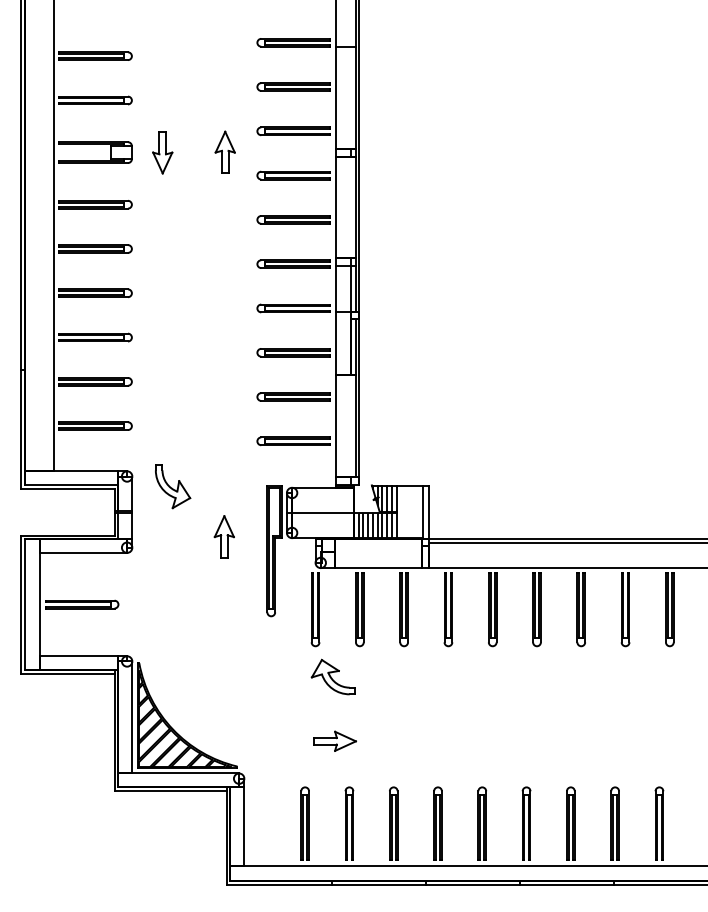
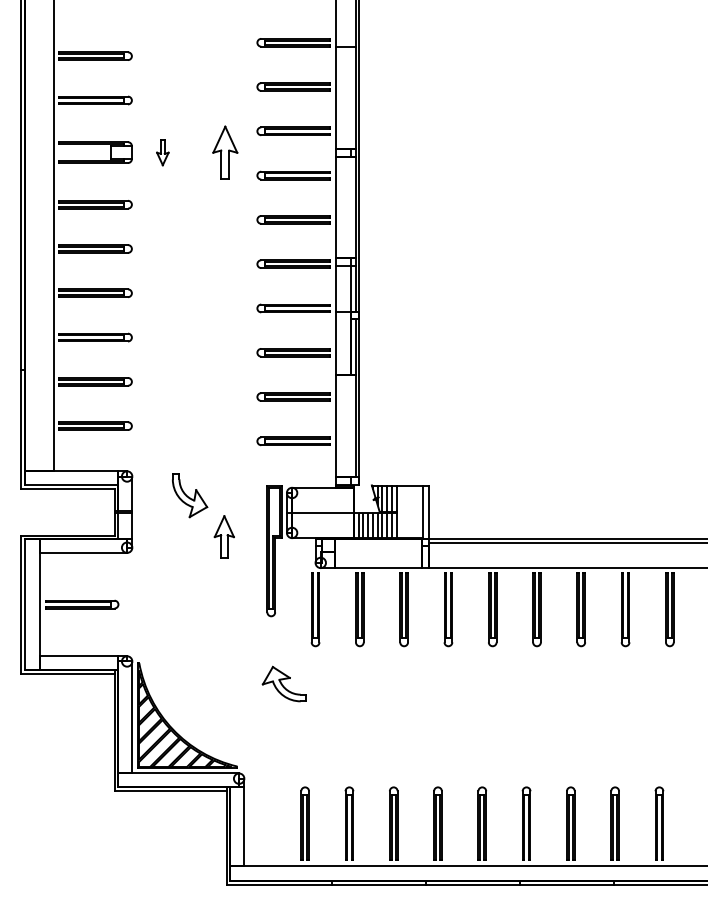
part at (224, 151) size: 22x44 px -> 27x55 px
part at (162, 152) size: 22x44 px -> 14x28 px
part at (173, 486) position: (173, 486) -> (190, 495)
part at (332, 676) position: (332, 676) -> (283, 683)
part at (334, 740): present -> none
